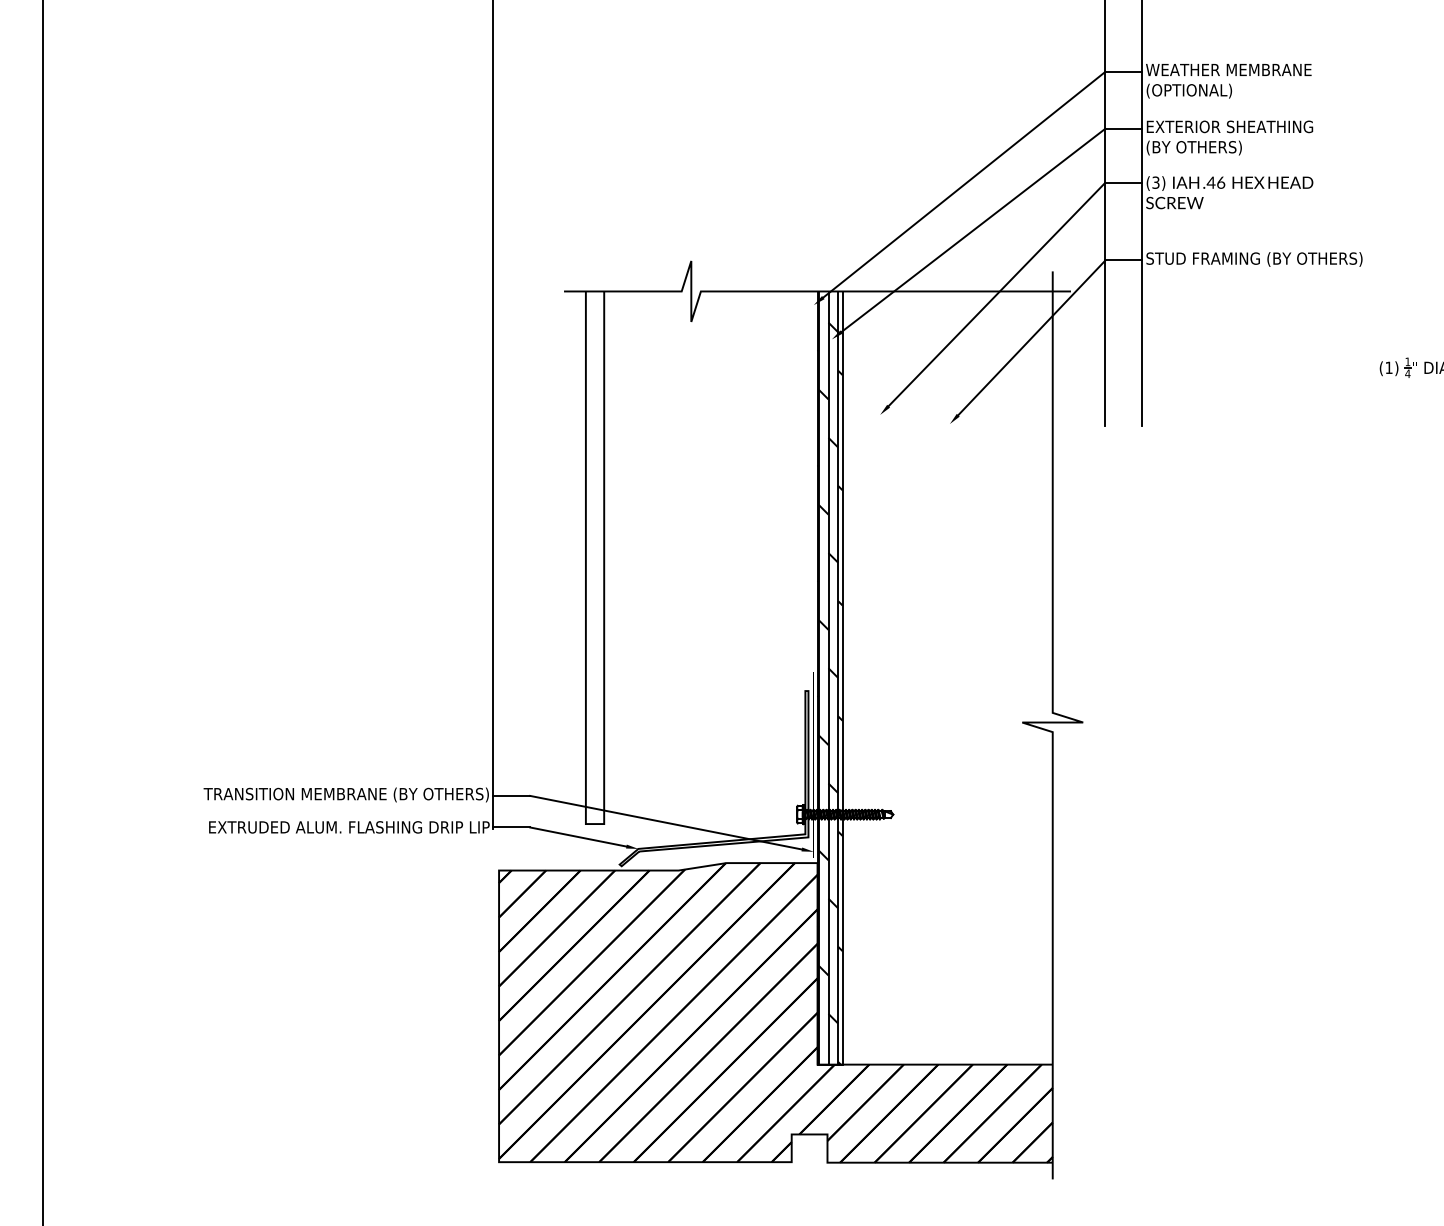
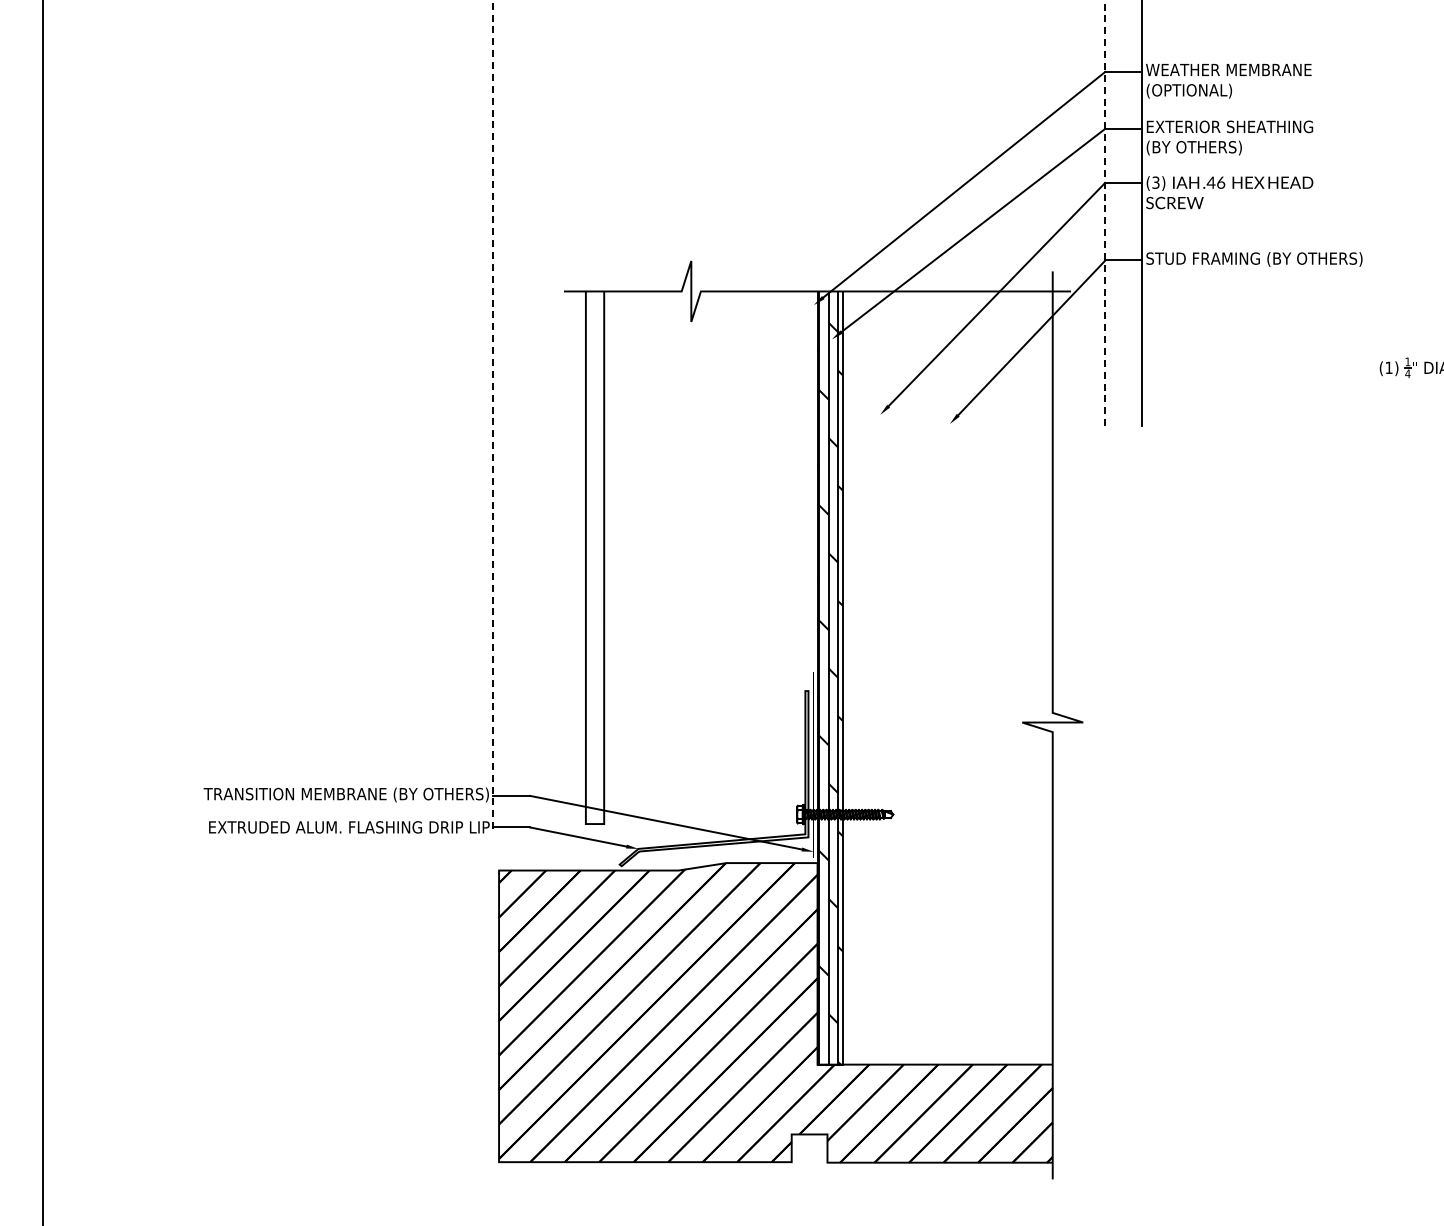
line at (1105, 213): solid -> dashed
line at (493, 414): solid -> dashed
